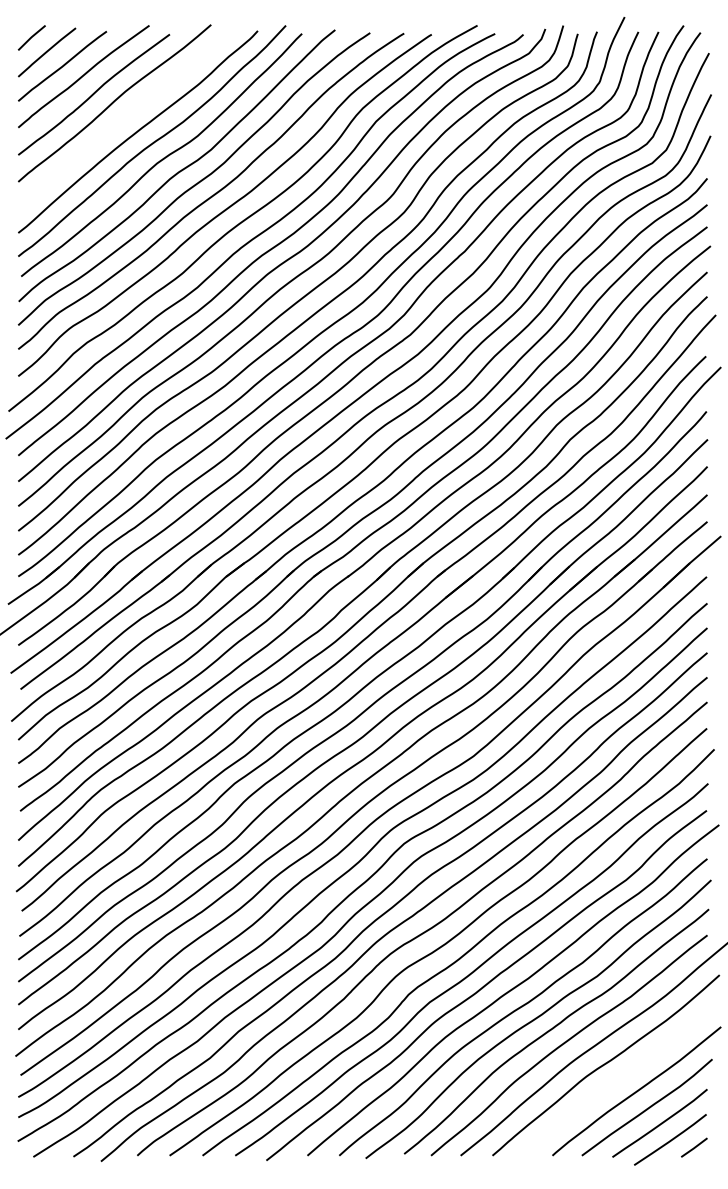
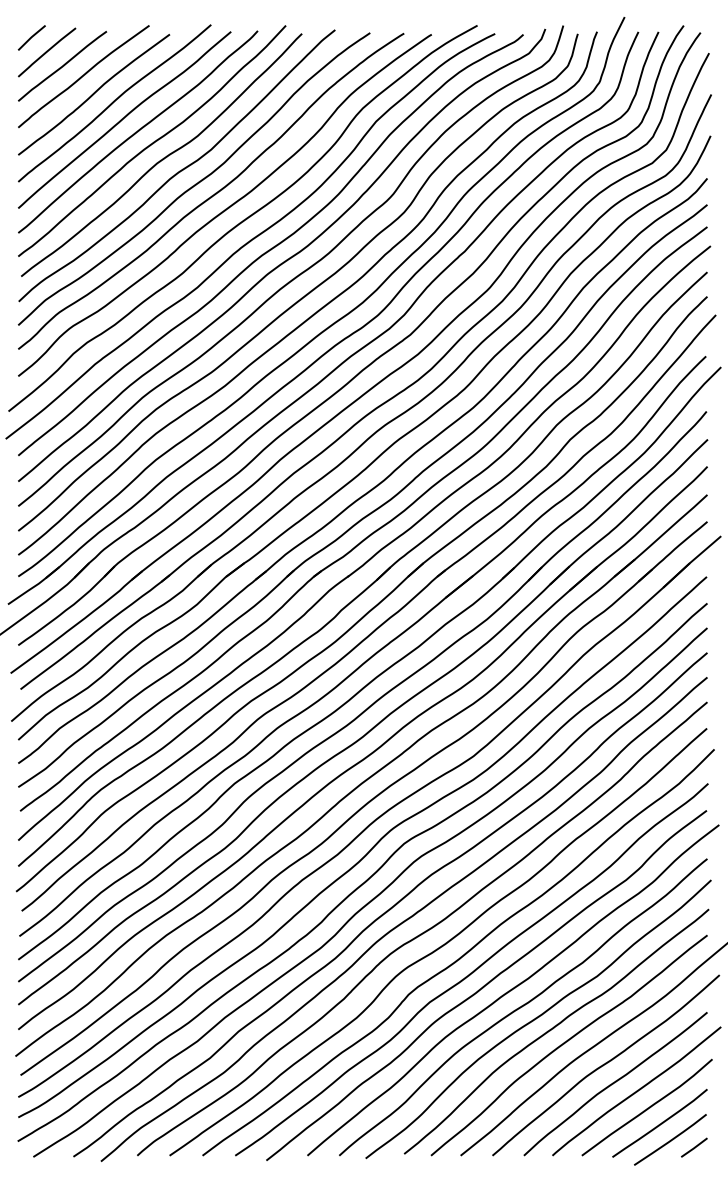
curve at (124, 118): none -> present
curve at (614, 1083): none -> present
